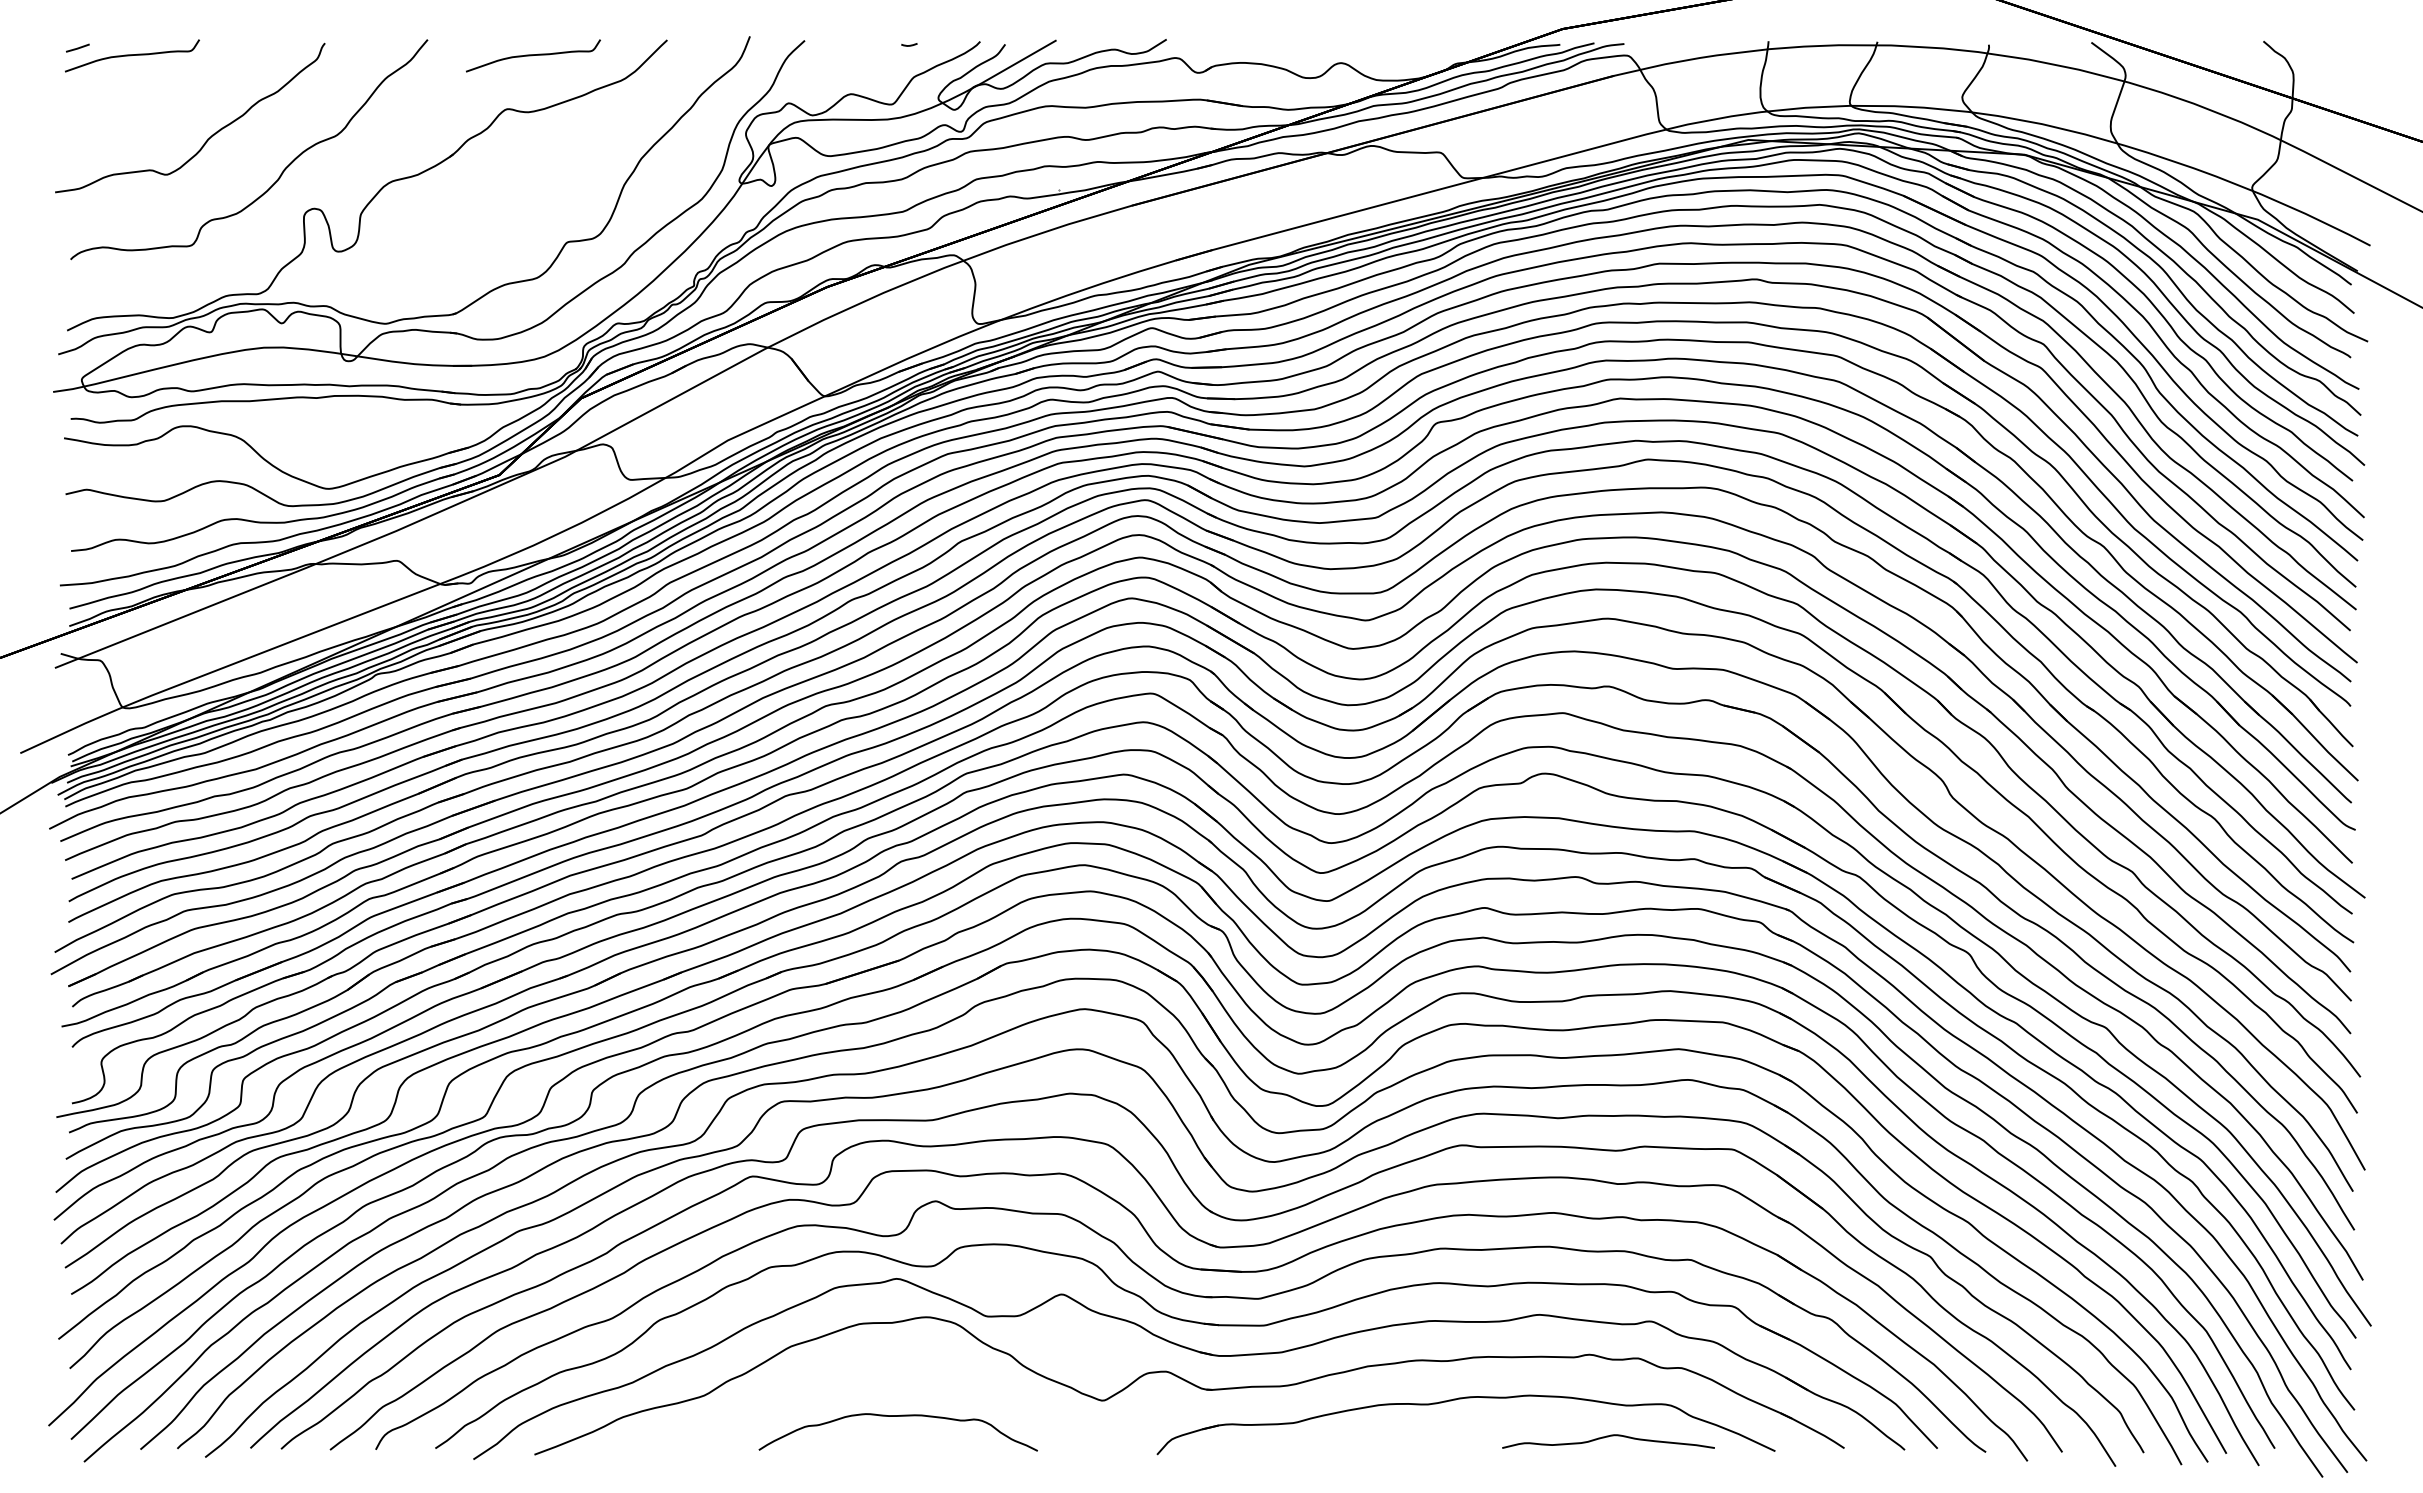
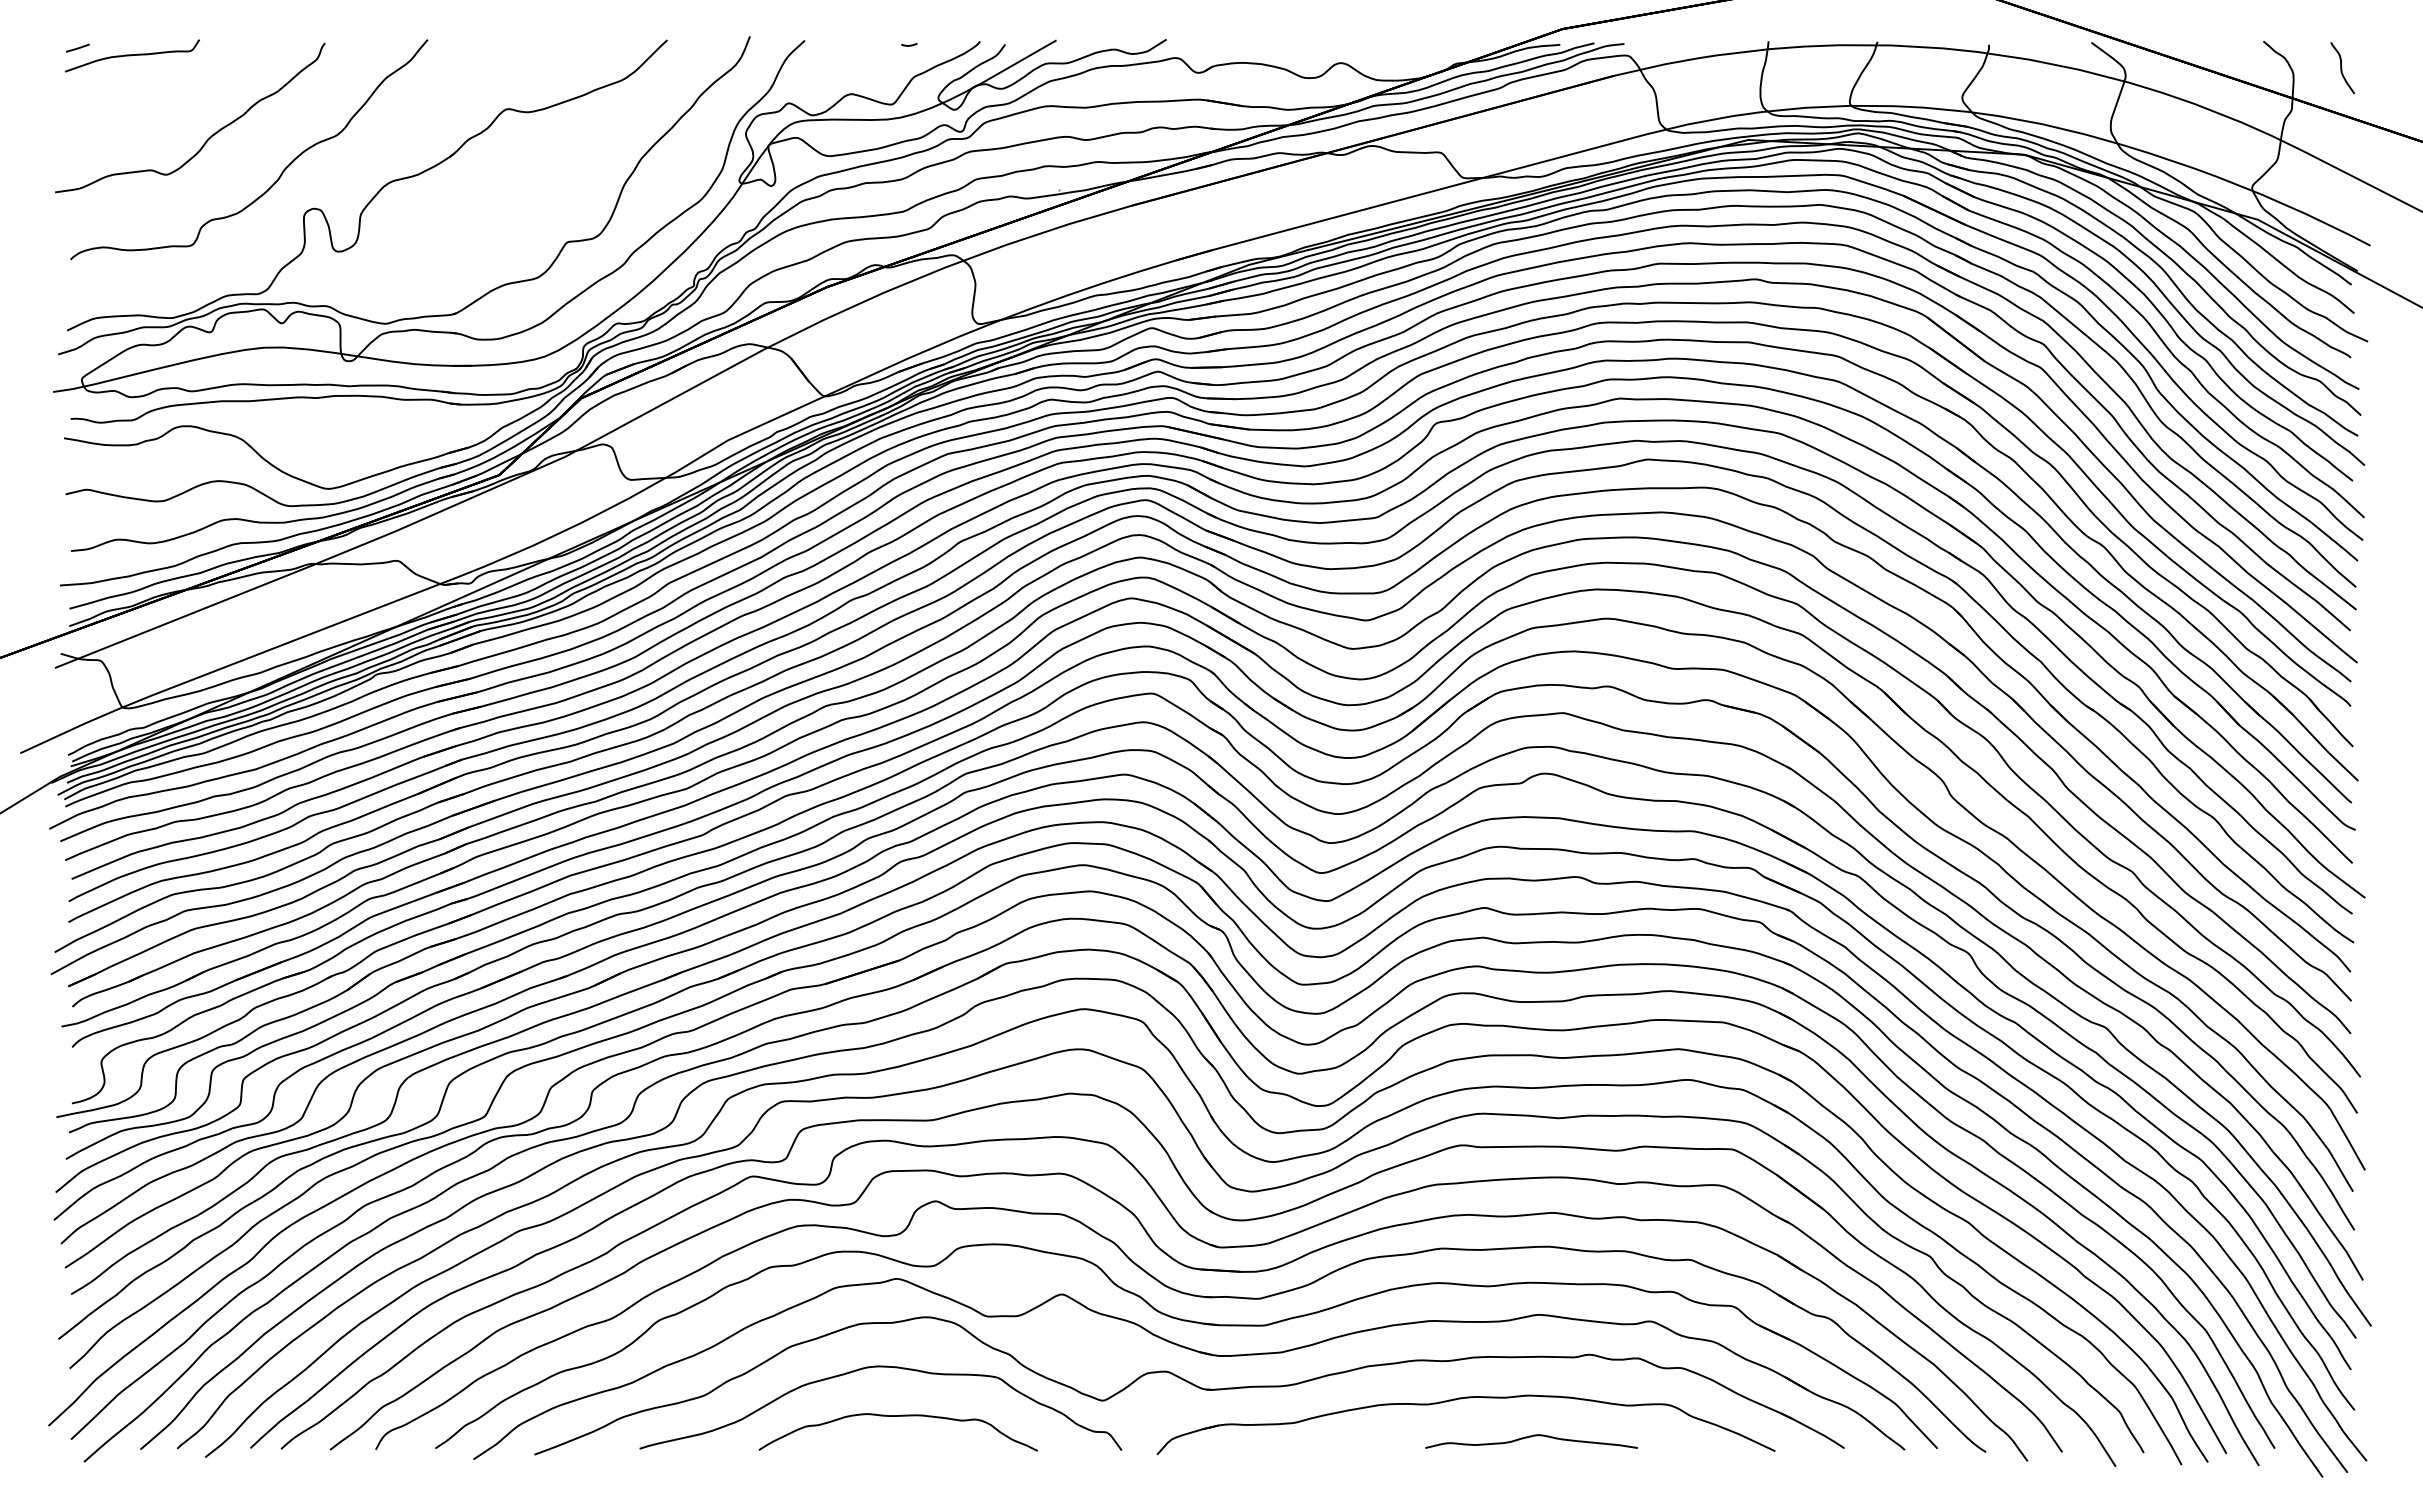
curve at (533, 55): present -> none
curve at (2342, 68): none -> present
curve at (880, 1367): none -> present
curve at (1608, 1437) position: (1608, 1437) -> (1531, 1437)
